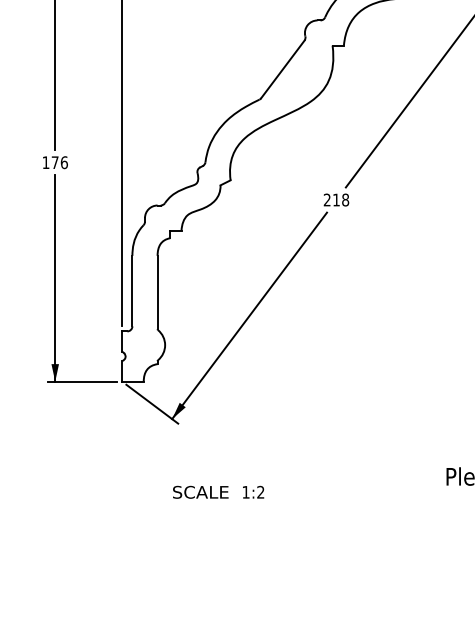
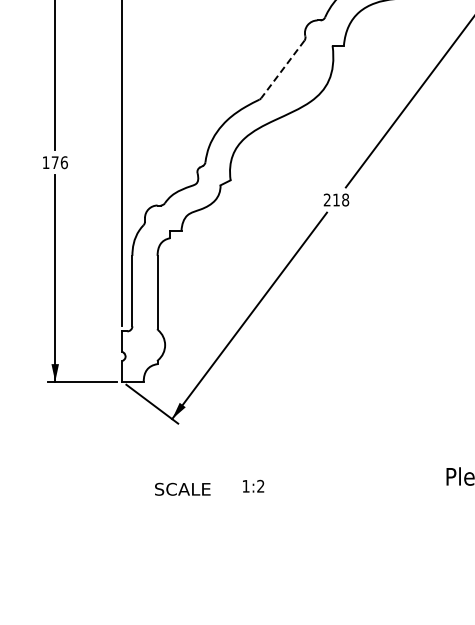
line at (282, 69): solid -> dashed
text at (200, 491) position: (200, 491) -> (182, 488)
text at (253, 491) position: (253, 491) -> (253, 485)
